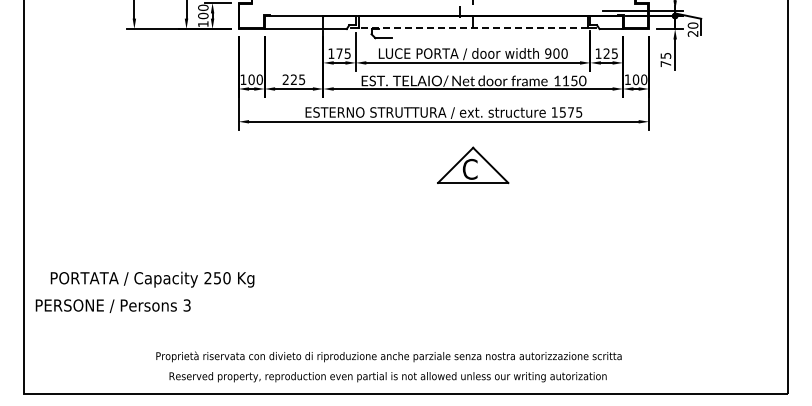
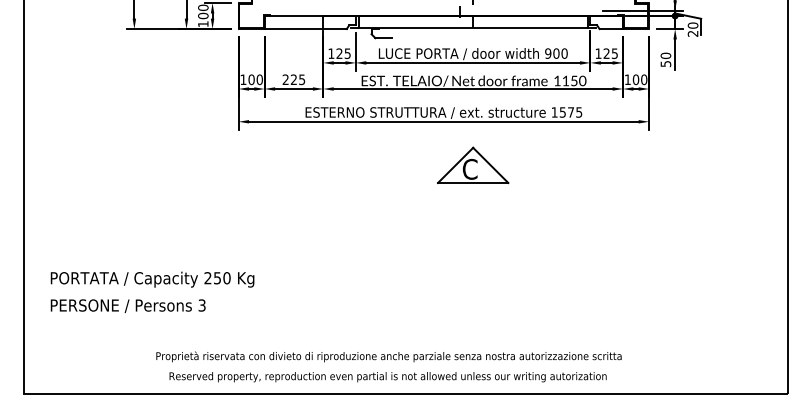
line at (473, 27): dashed -> solid
text at (339, 53): 175 -> 125
text at (665, 59): 75 -> 50
text at (112, 305) position: (112, 305) -> (127, 305)
